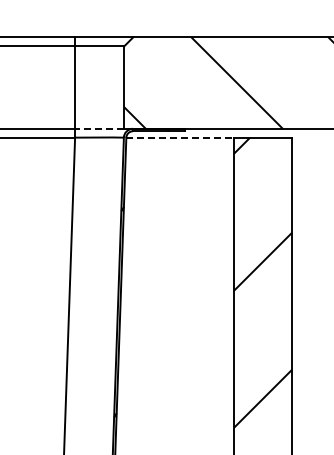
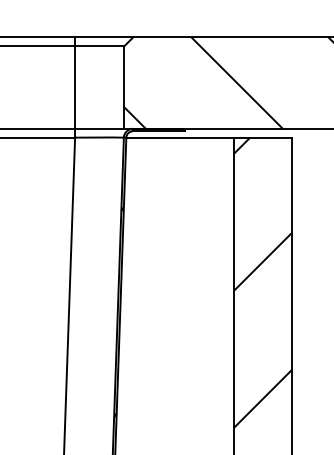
line at (99, 128): dashed -> solid
line at (180, 137): dashed -> solid
